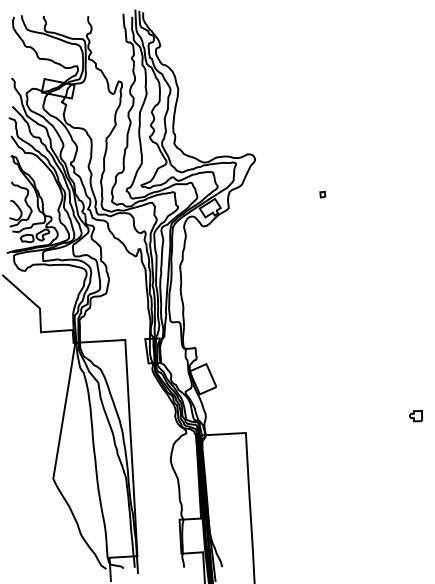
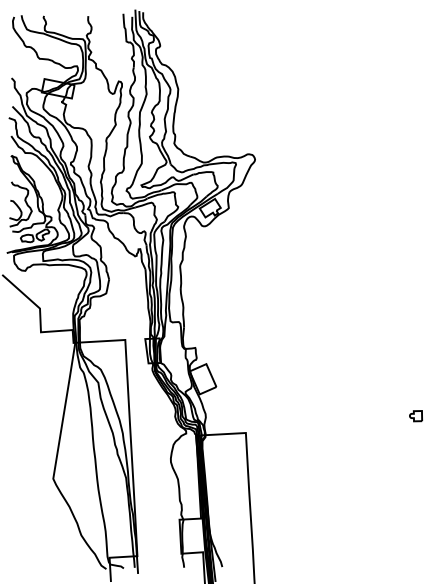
part at (322, 194): present -> none
